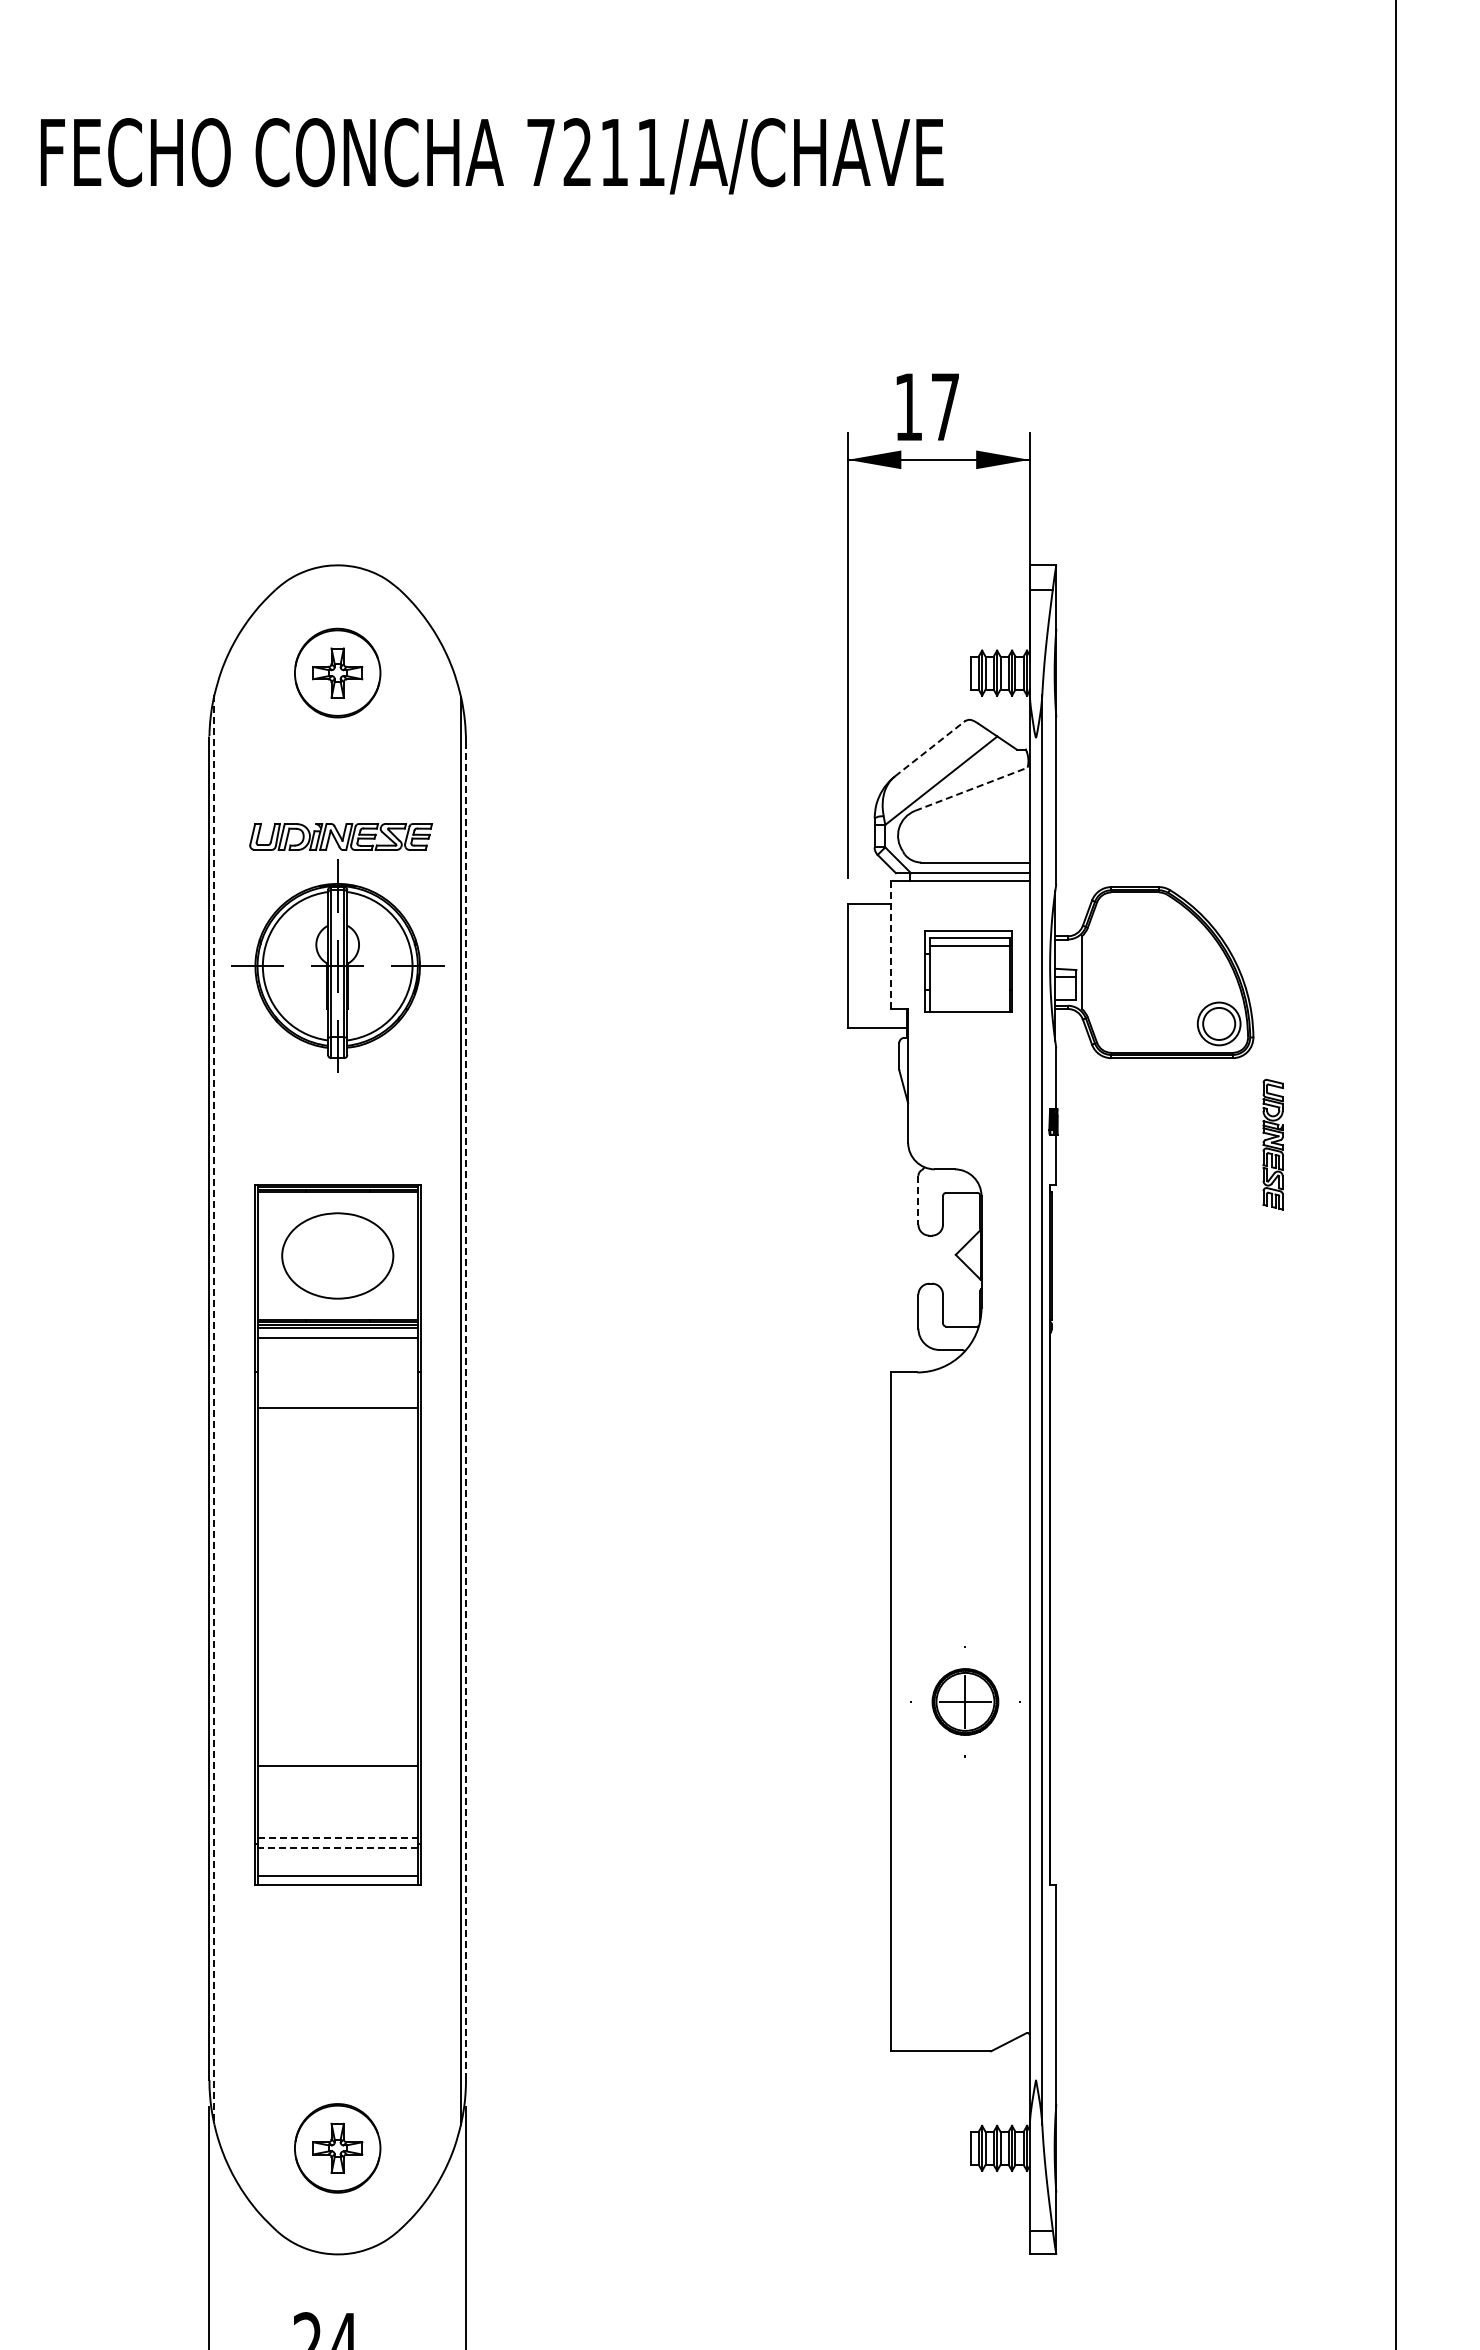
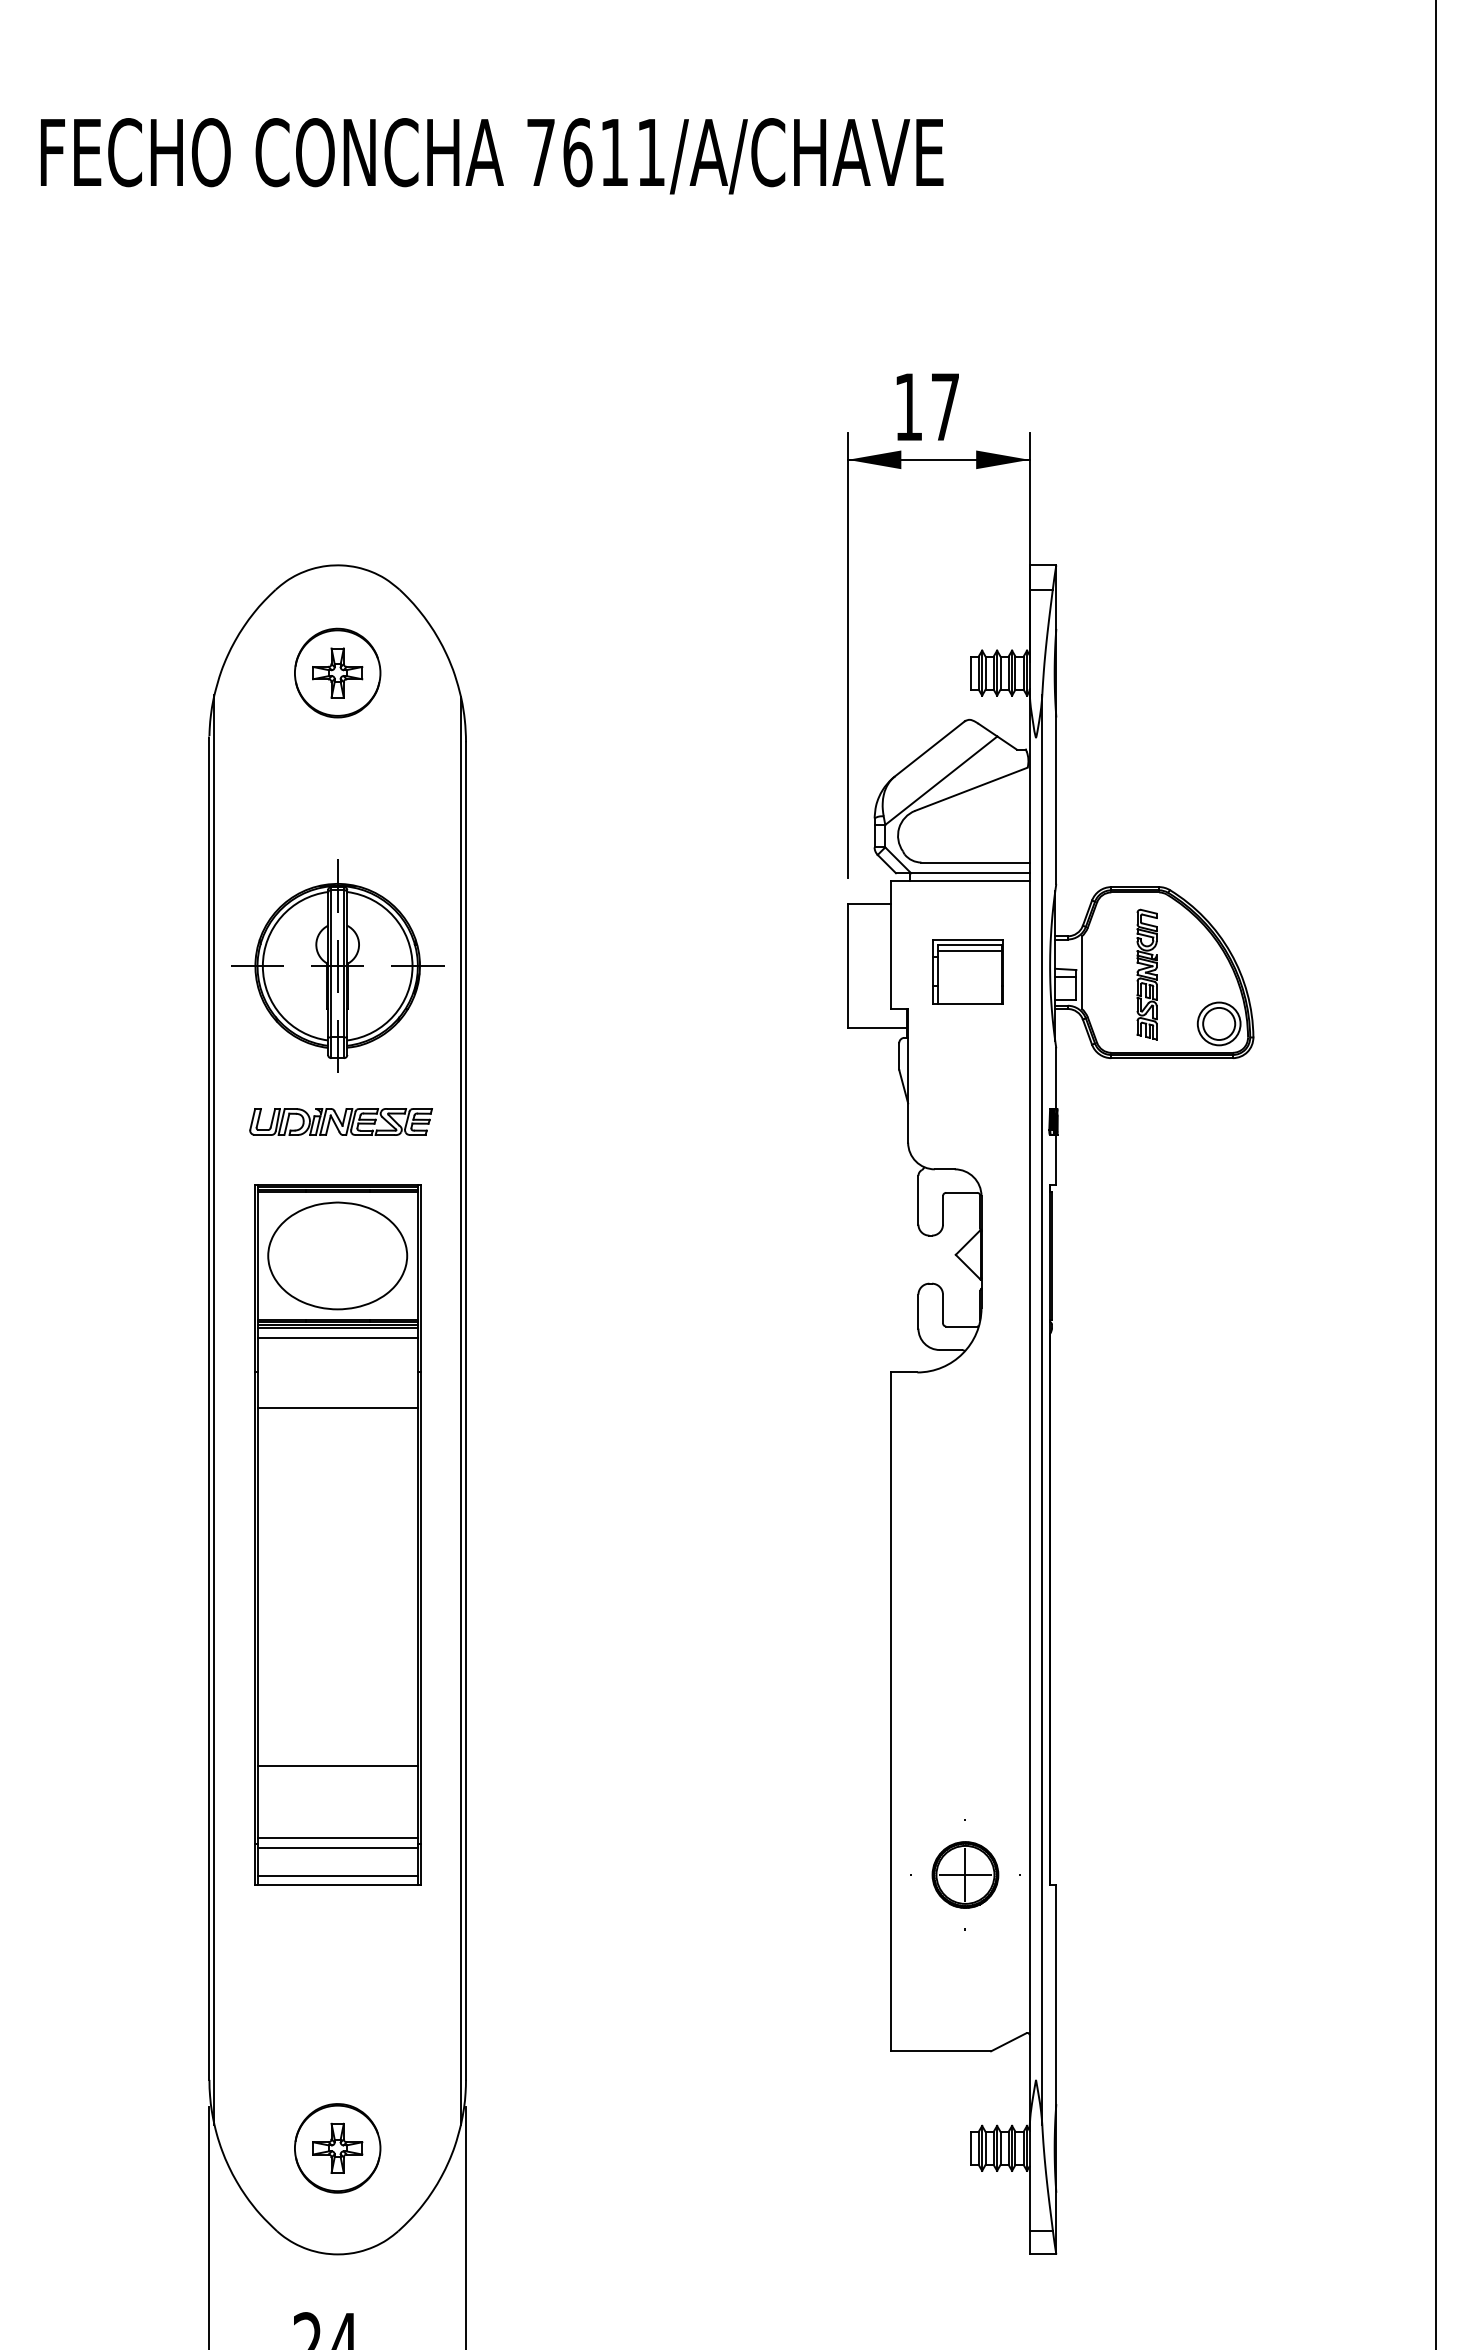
text at (577, 152): 7211/A/CHAVE -> 7611/A/CHAVE
line at (929, 748): dashed -> solid
line at (971, 789): dashed -> solid
part at (340, 836) position: (340, 836) -> (340, 1121)
line at (890, 945): dashed -> solid
part at (968, 971) size: 89x83 px -> 72x66 px
part at (1272, 1144) position: (1272, 1144) -> (1146, 974)
line at (1395, 1174) position: (1395, 1174) -> (1435, 1174)
line at (918, 1200): dashed -> solid
part at (337, 1255) size: 114x88 px -> 142x110 px
line at (214, 1409): dashed -> solid
line at (466, 1411): dashed -> solid
part at (965, 1701) position: (965, 1701) -> (965, 1874)
line at (338, 1837): dashed -> solid
line at (337, 1848): dashed -> solid
